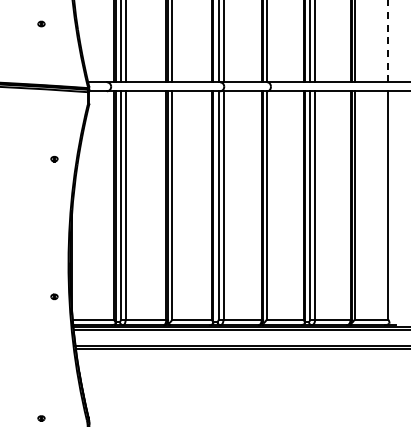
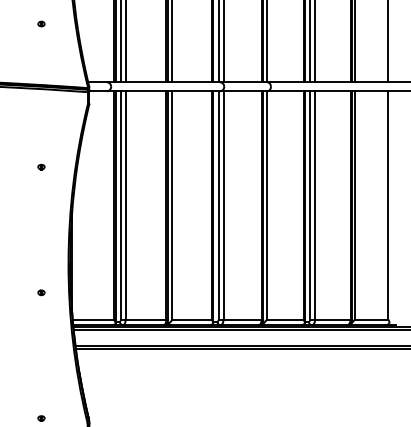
line at (388, 41): dashed -> solid
part at (54, 158) position: (54, 158) -> (41, 166)
part at (54, 296) position: (54, 296) -> (41, 292)
